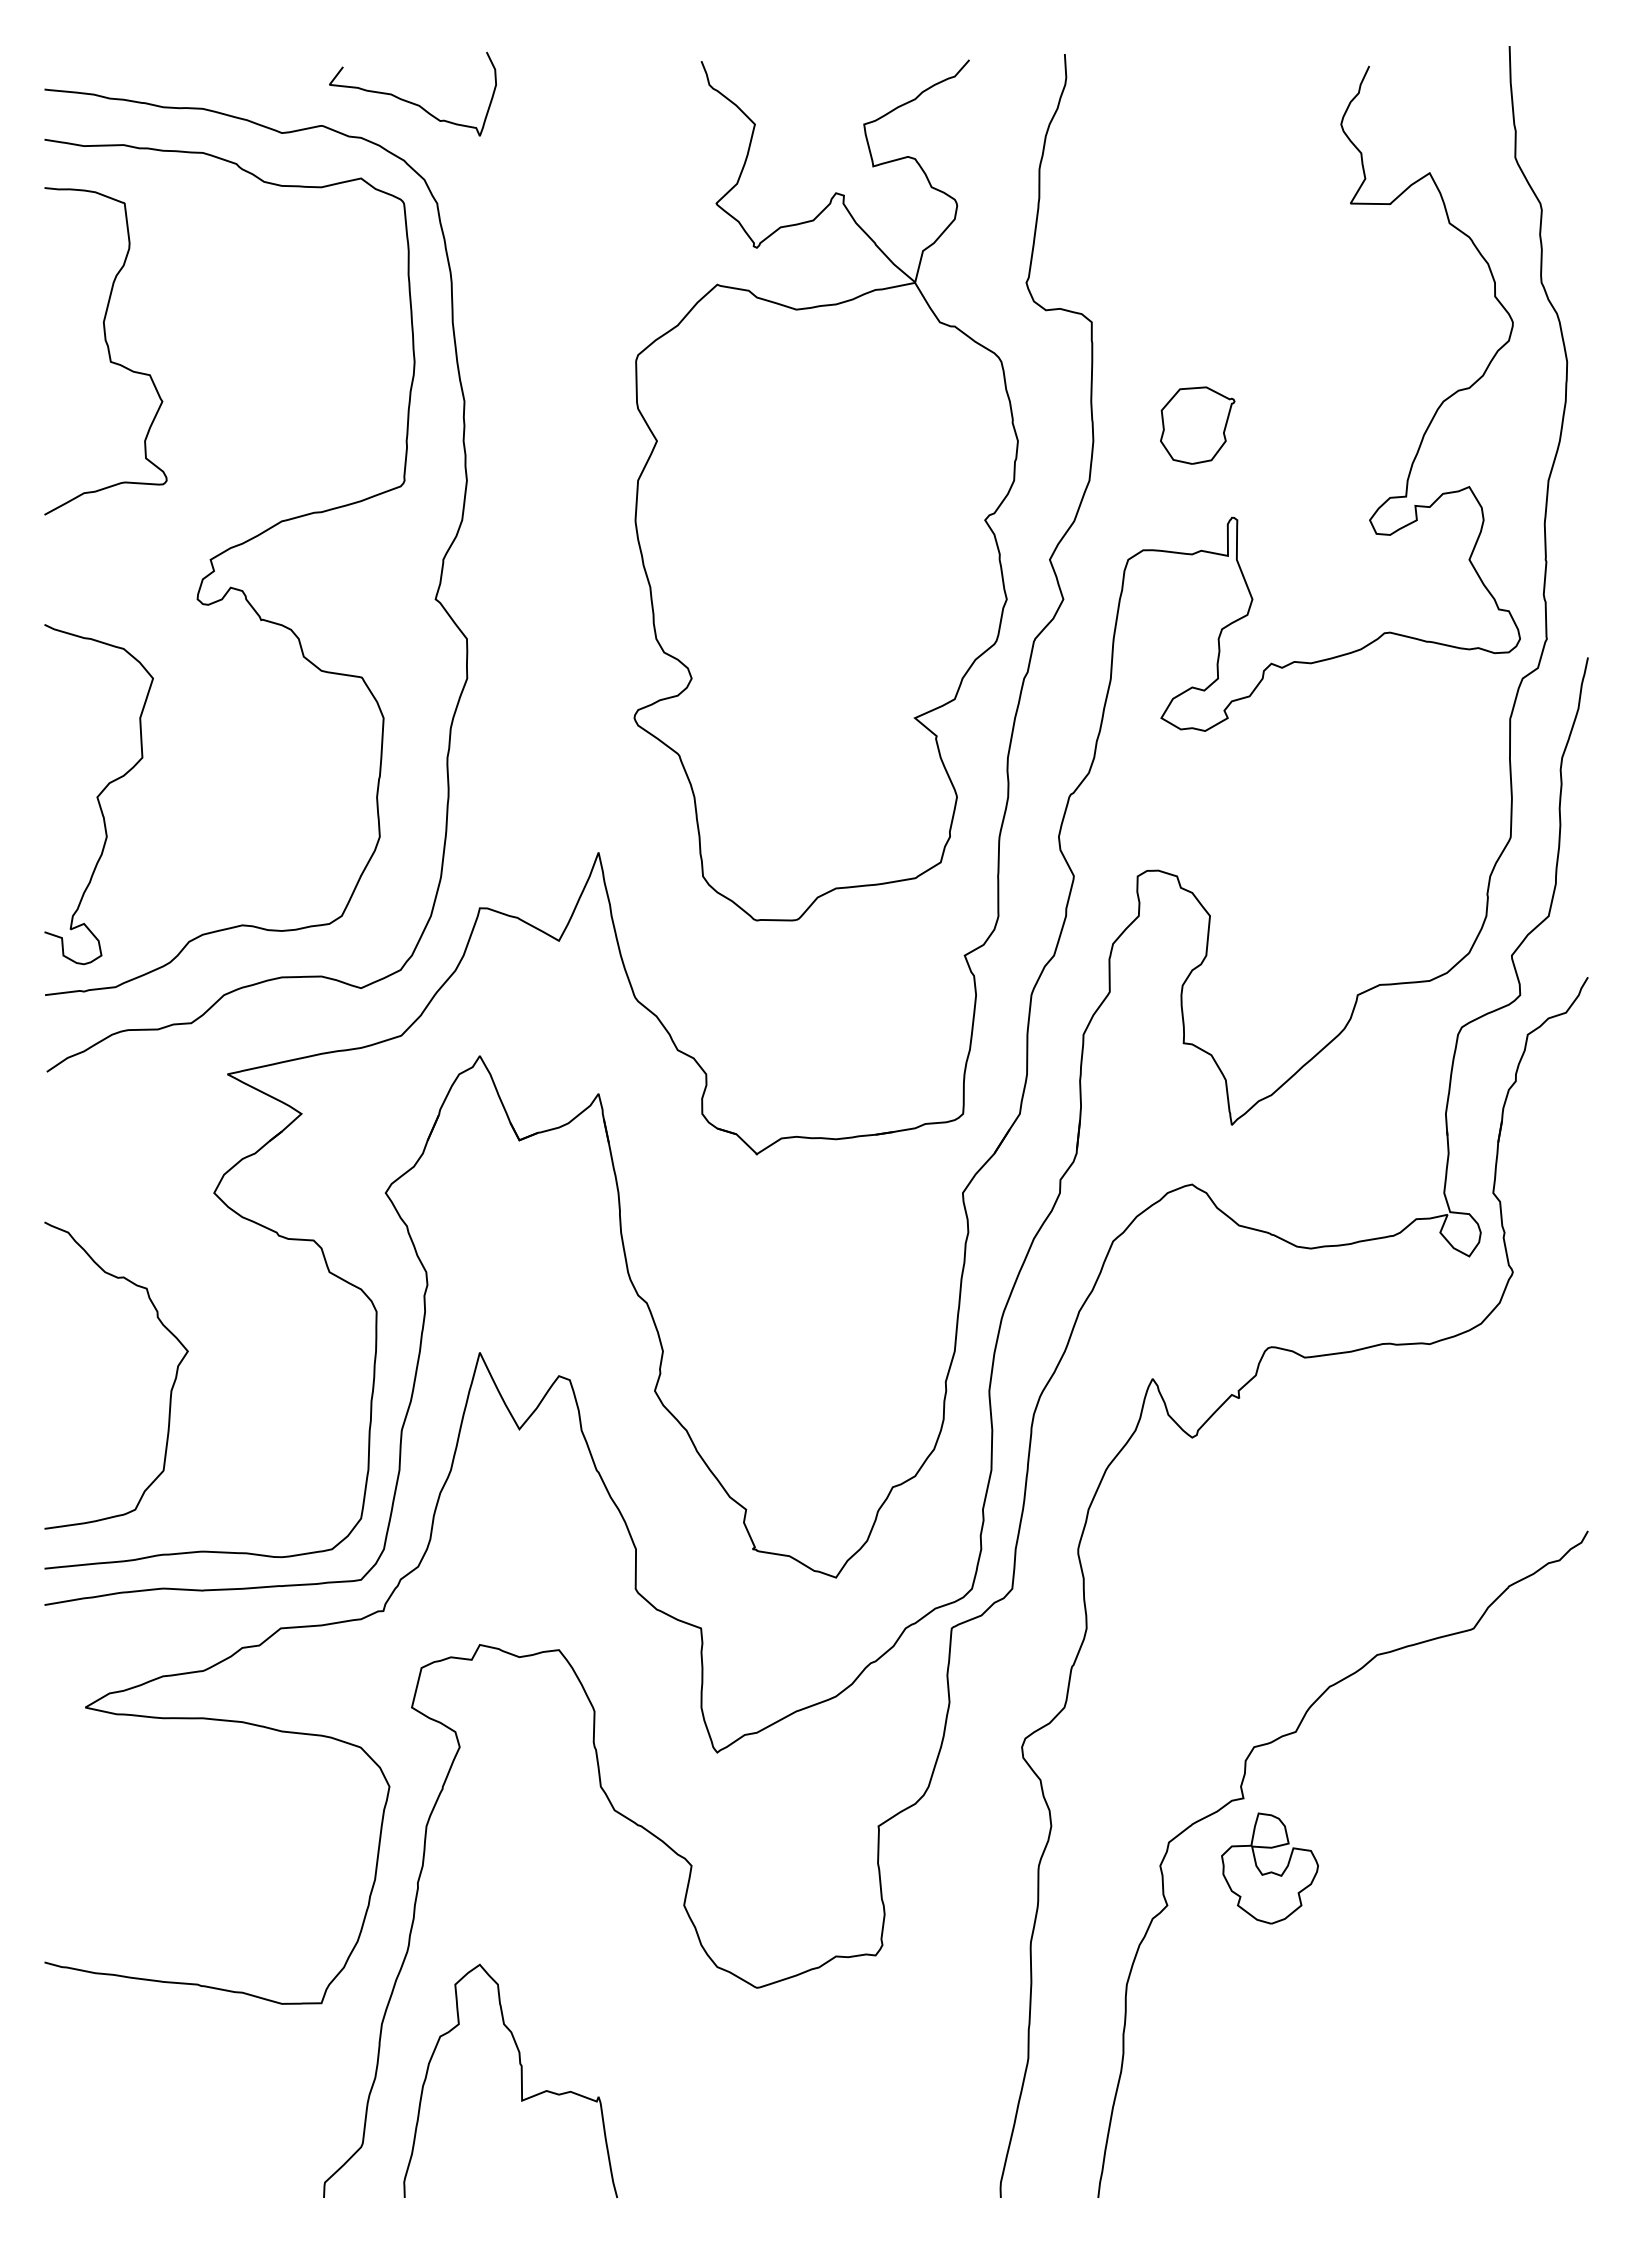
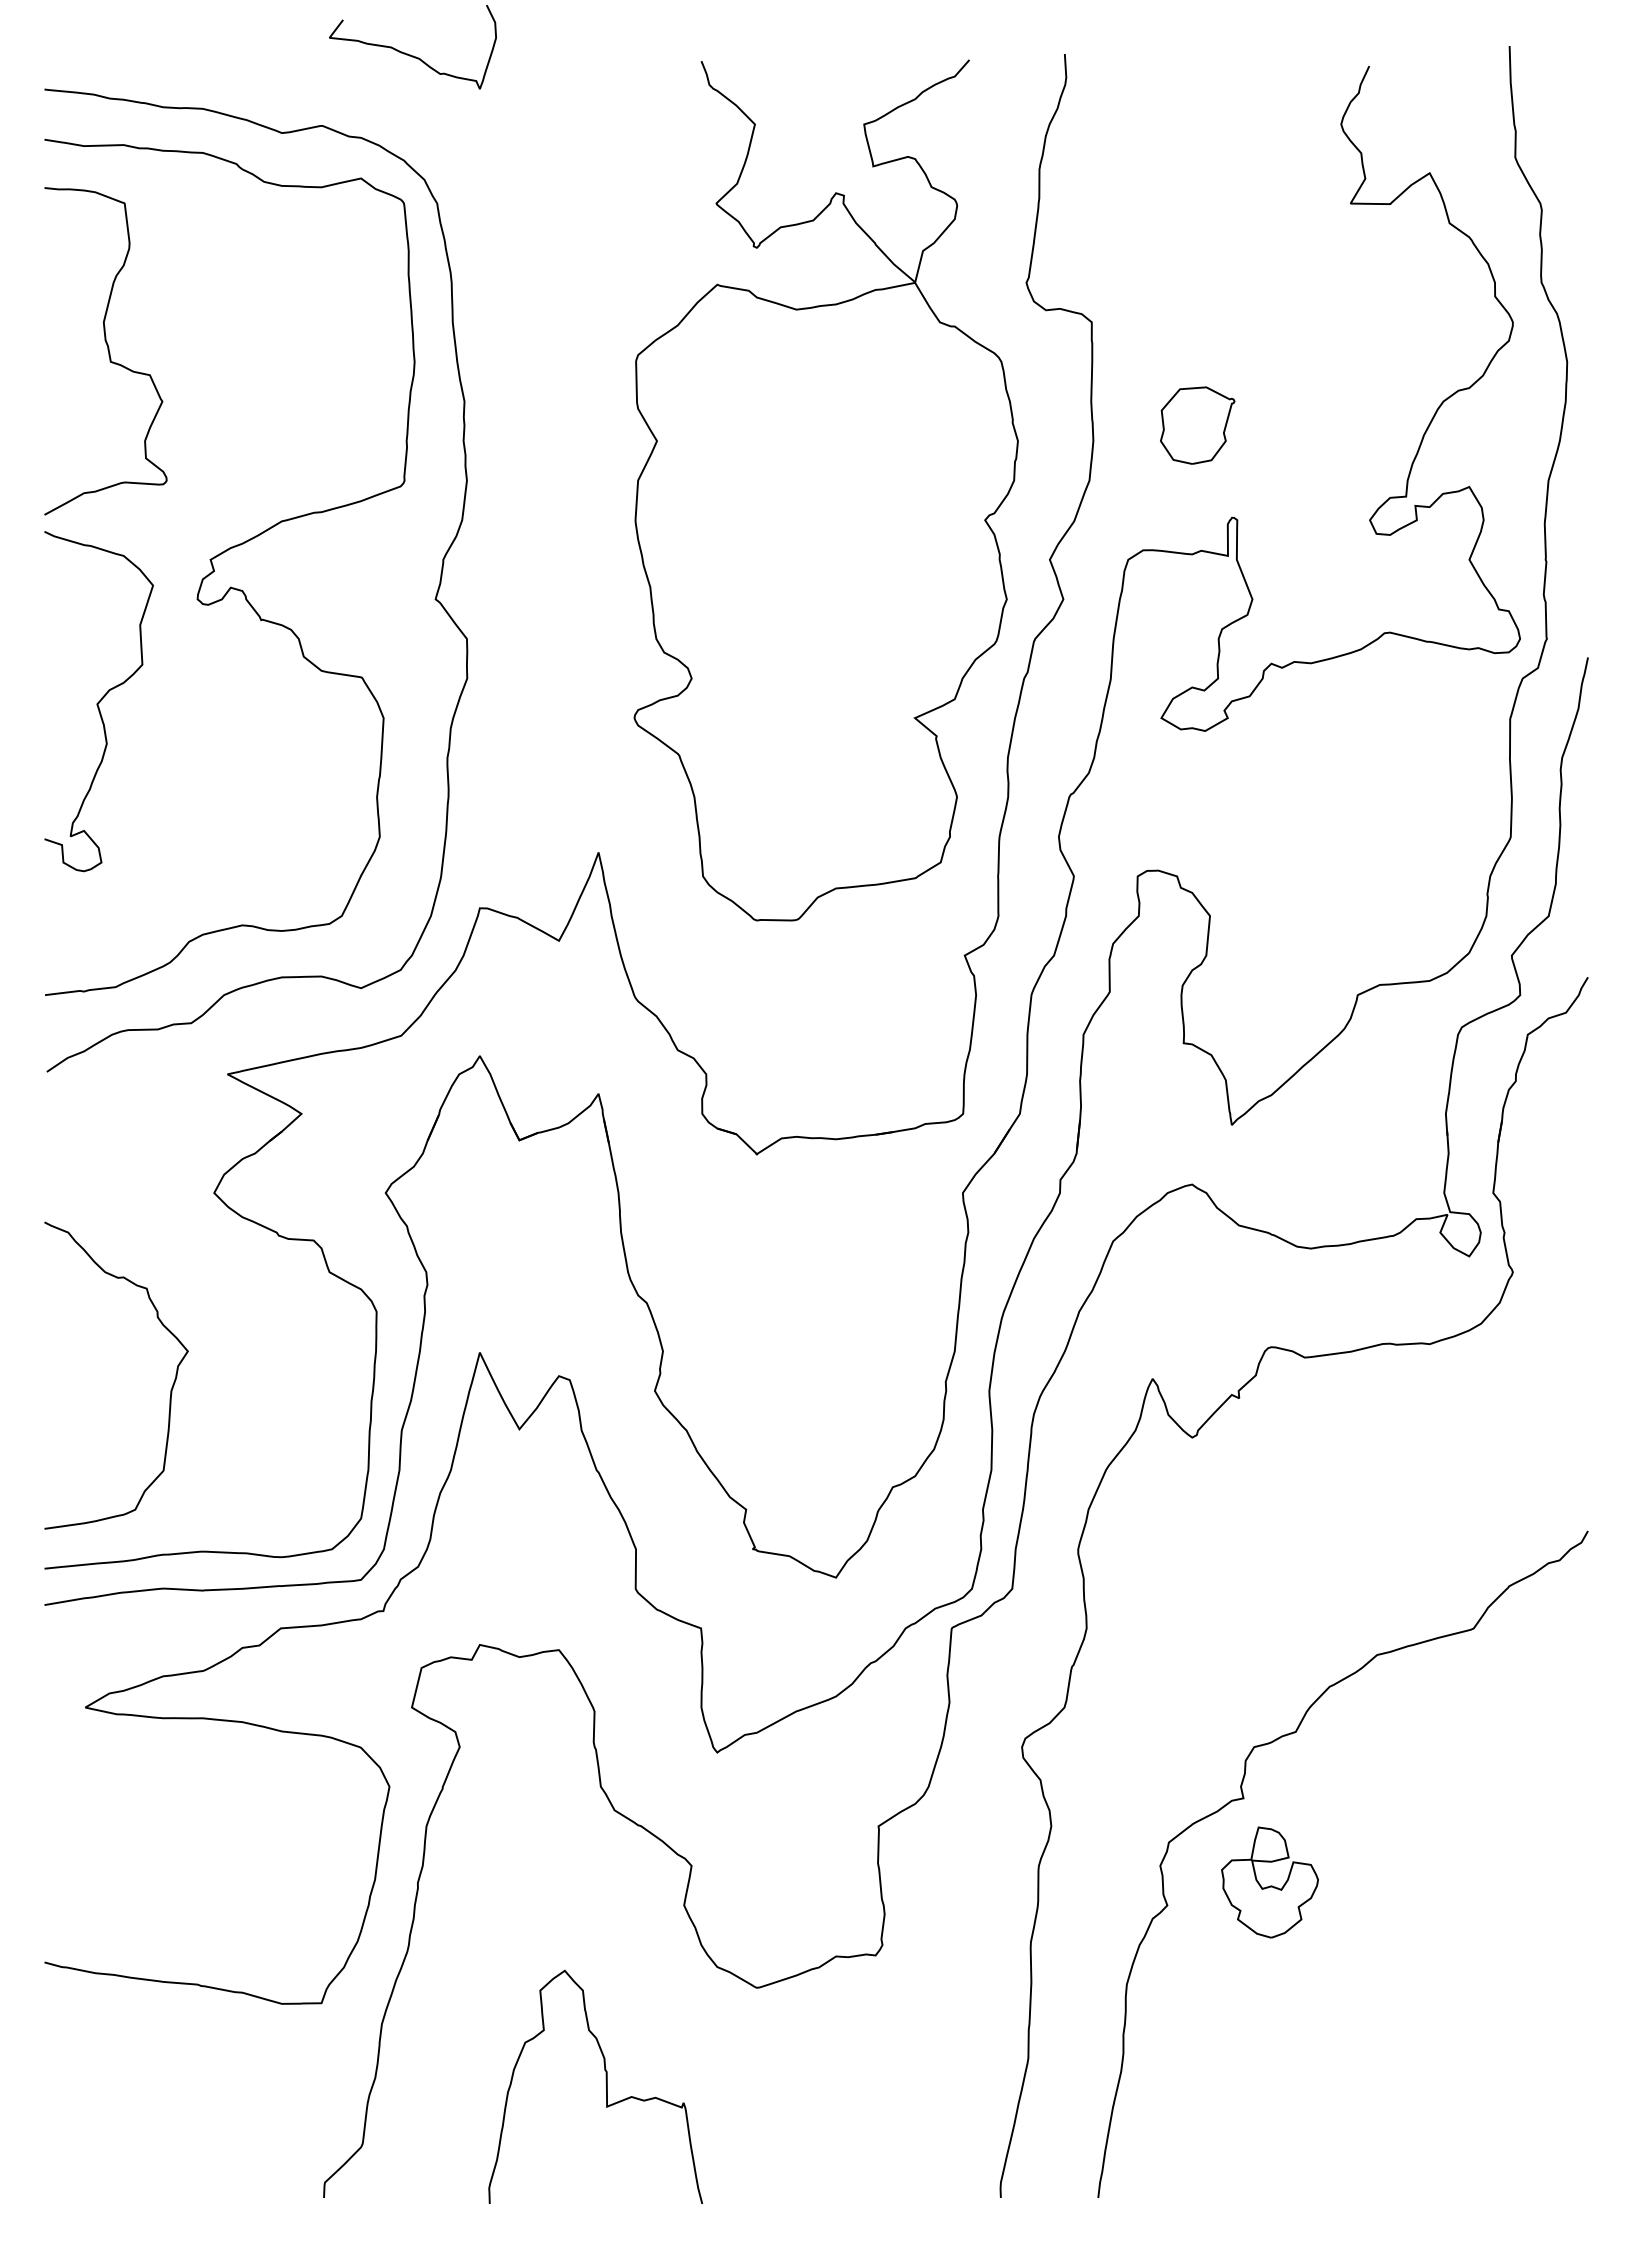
curve at (410, 101) position: (410, 101) -> (410, 54)
curve at (98, 794) position: (98, 794) -> (98, 701)
part at (1269, 1868) position: (1269, 1868) -> (1269, 1882)
curve at (520, 2076) position: (520, 2076) -> (605, 2082)
